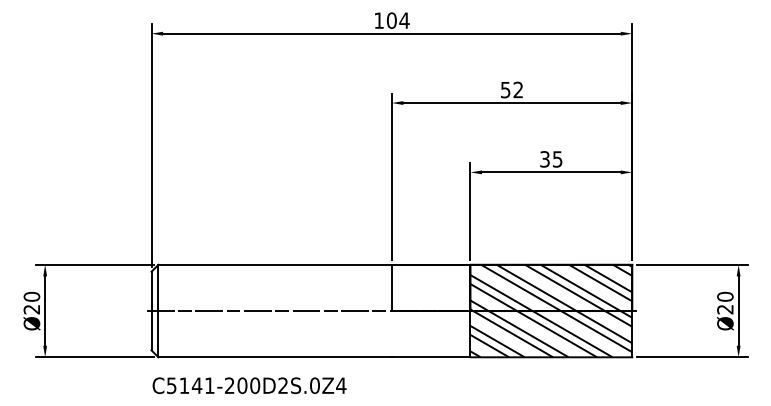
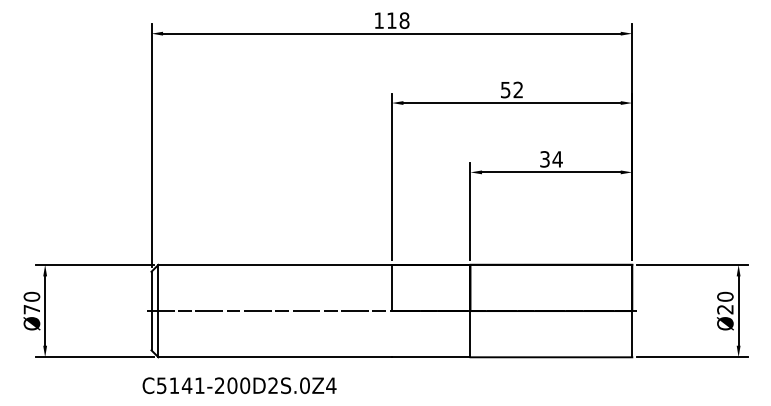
text at (397, 20): 104 -> 118
text at (557, 159): 35 -> 34
text at (31, 309): Ø20 -> Ø70
hatch at (551, 310): present -> none
text at (249, 385) position: (249, 385) -> (239, 385)
